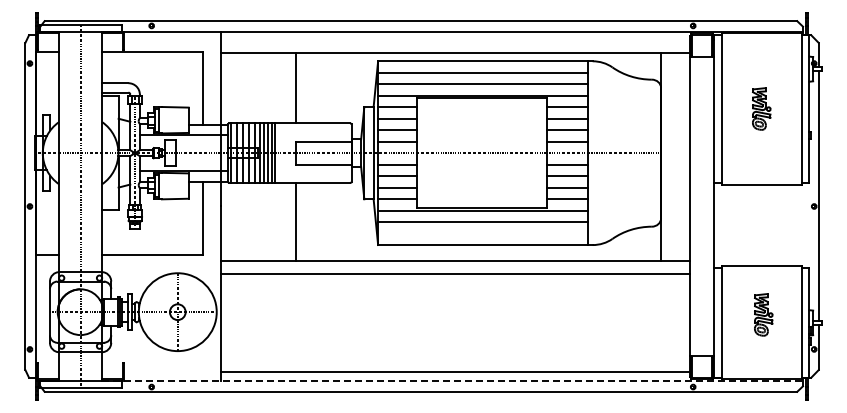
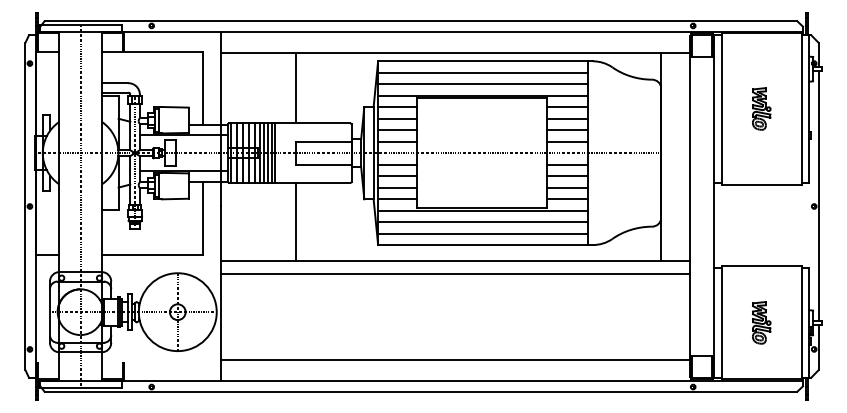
line at (483, 233): none -> present
part at (763, 314) position: (763, 314) -> (761, 322)
line at (454, 371) position: (454, 371) -> (454, 359)
line at (453, 380): dashed -> solid
